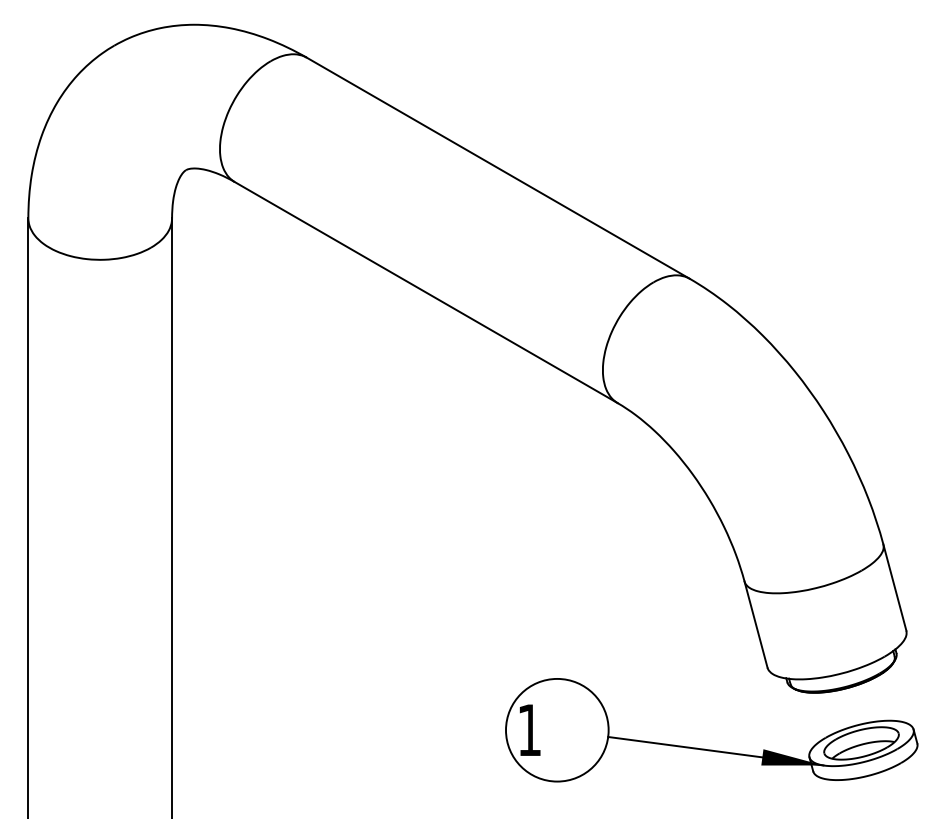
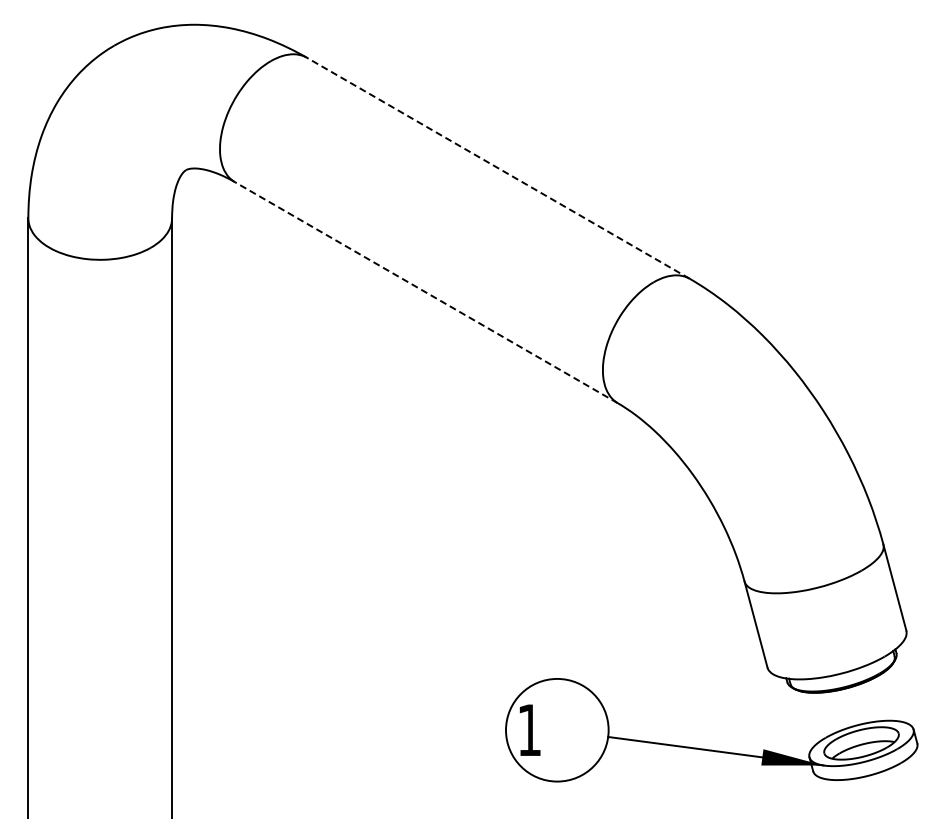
line at (497, 167): solid -> dashed
line at (425, 292): solid -> dashed
